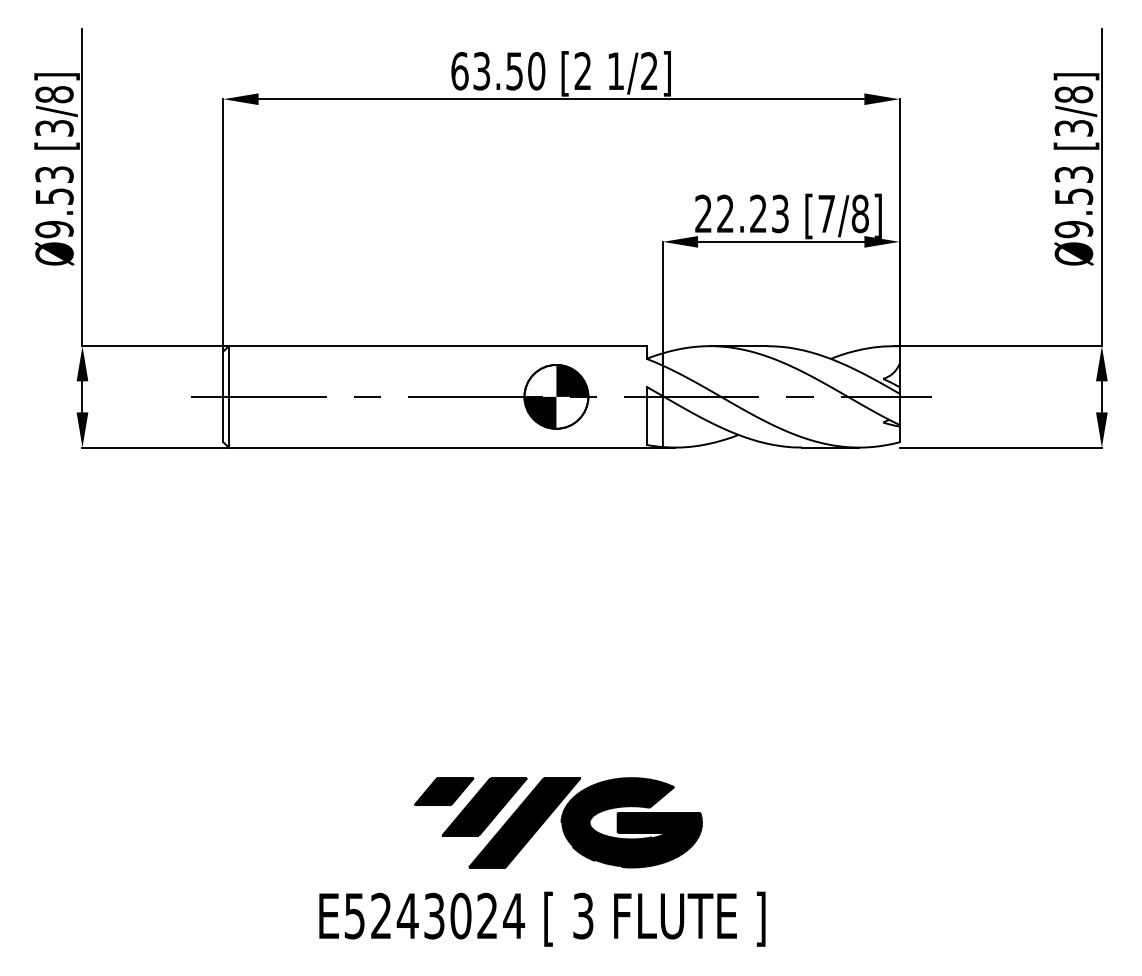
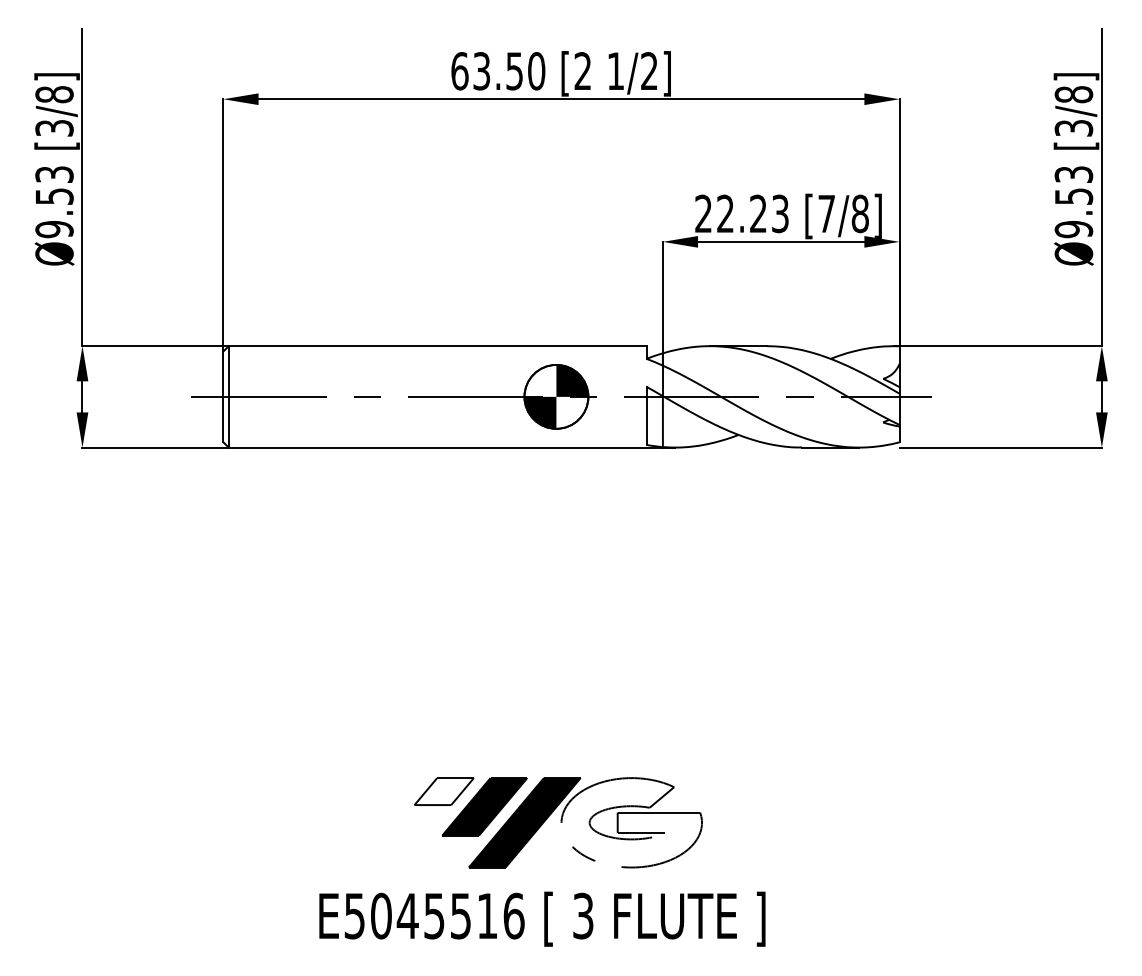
fill at (443, 791): present -> none
fill at (631, 822): present -> none
text at (447, 915): E5243024 -> E5045516
